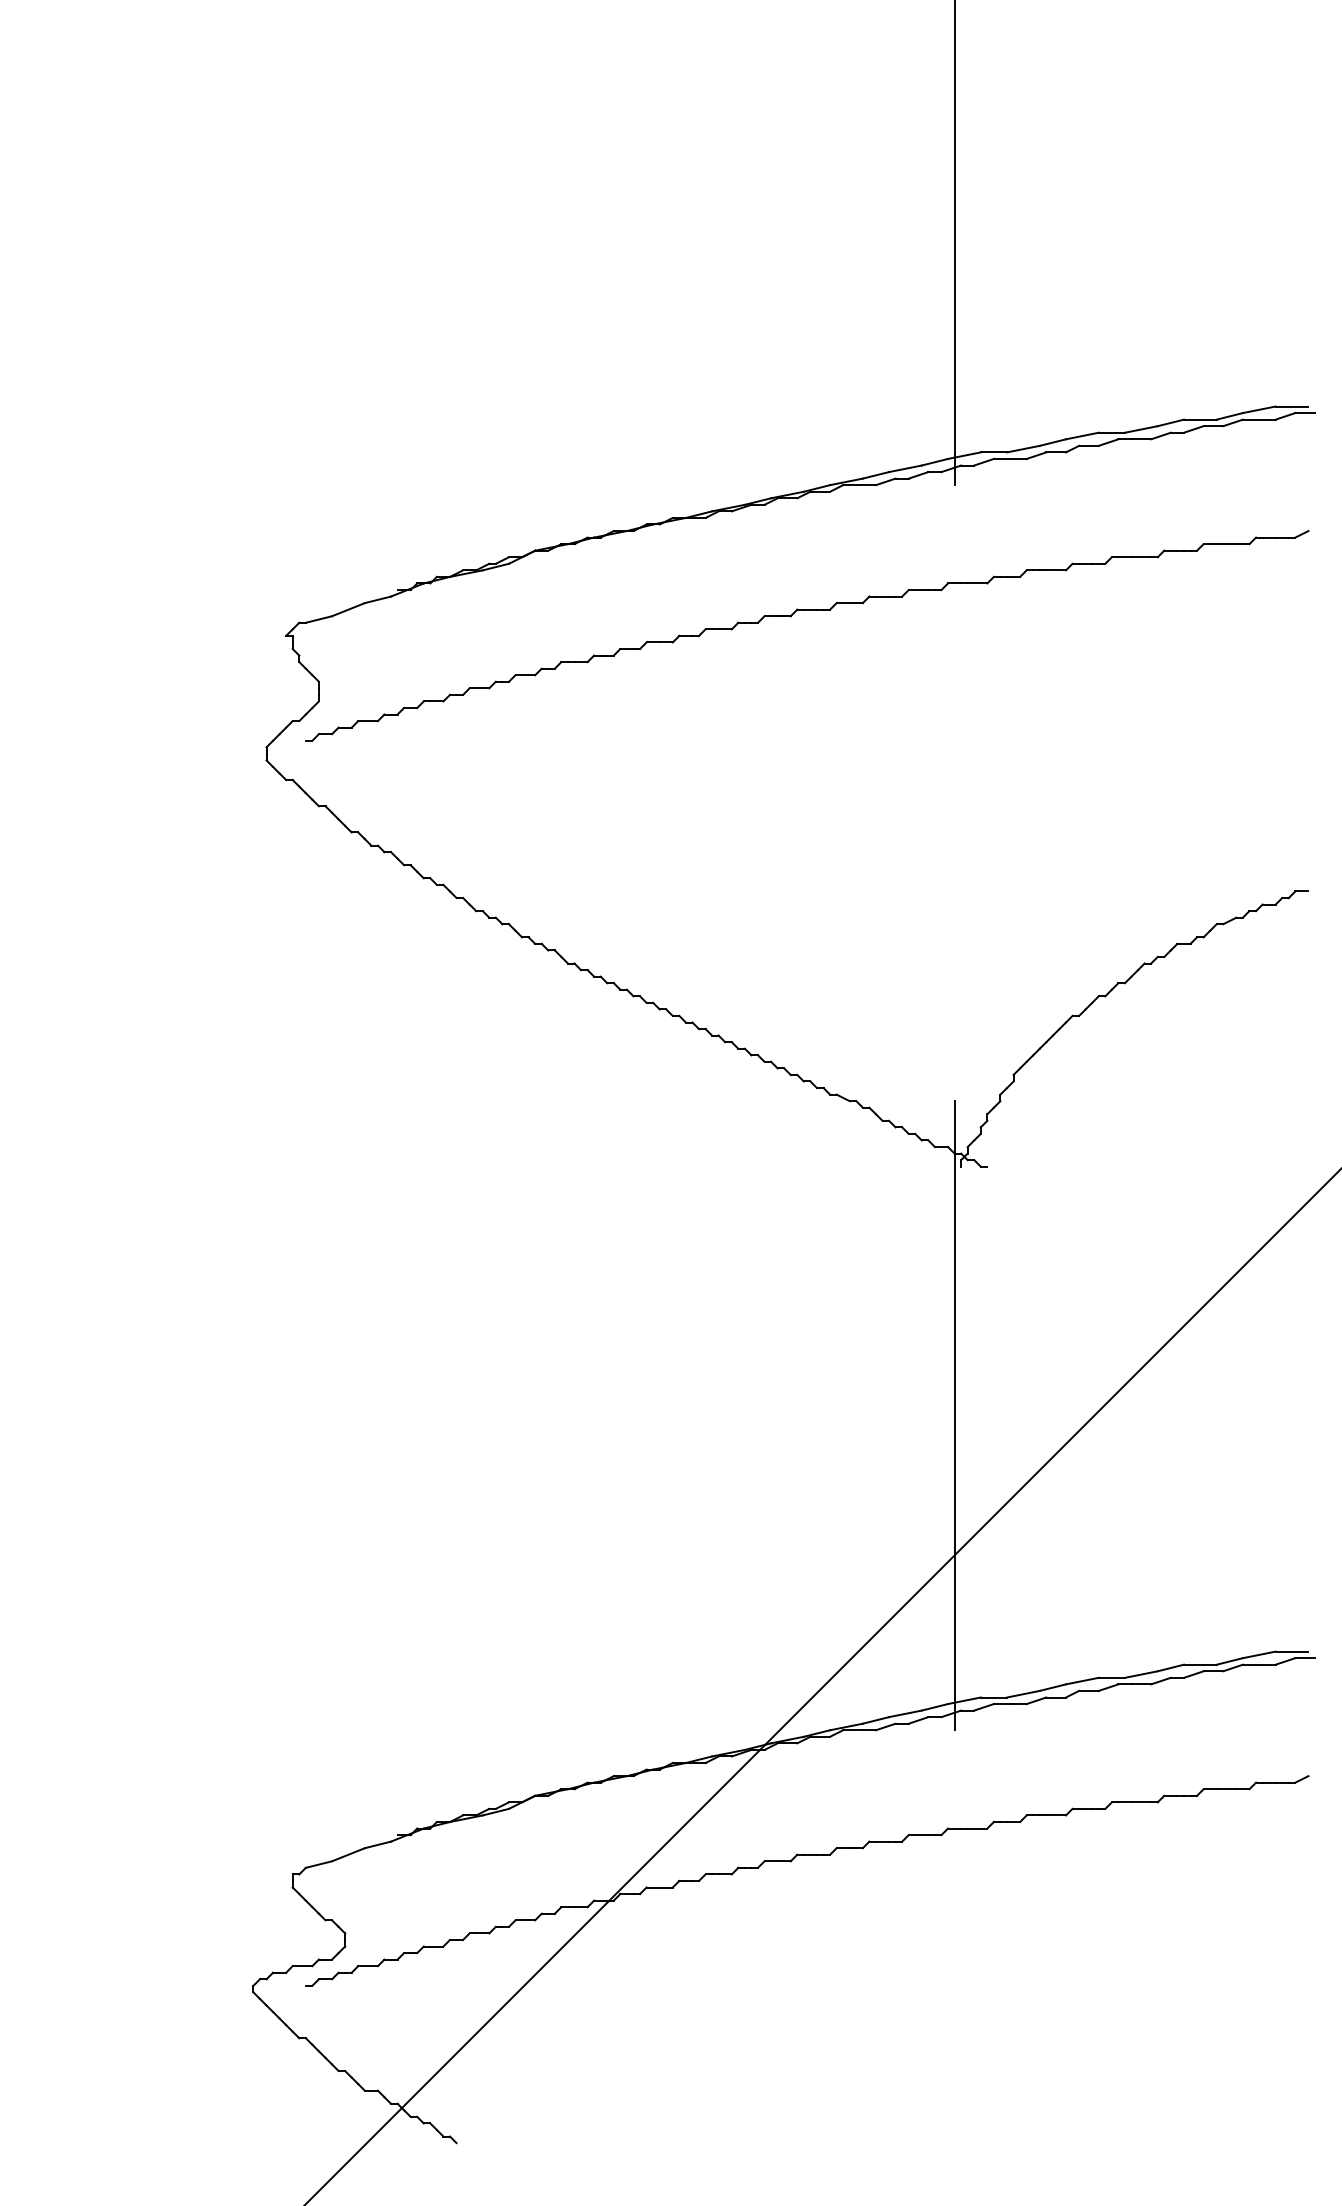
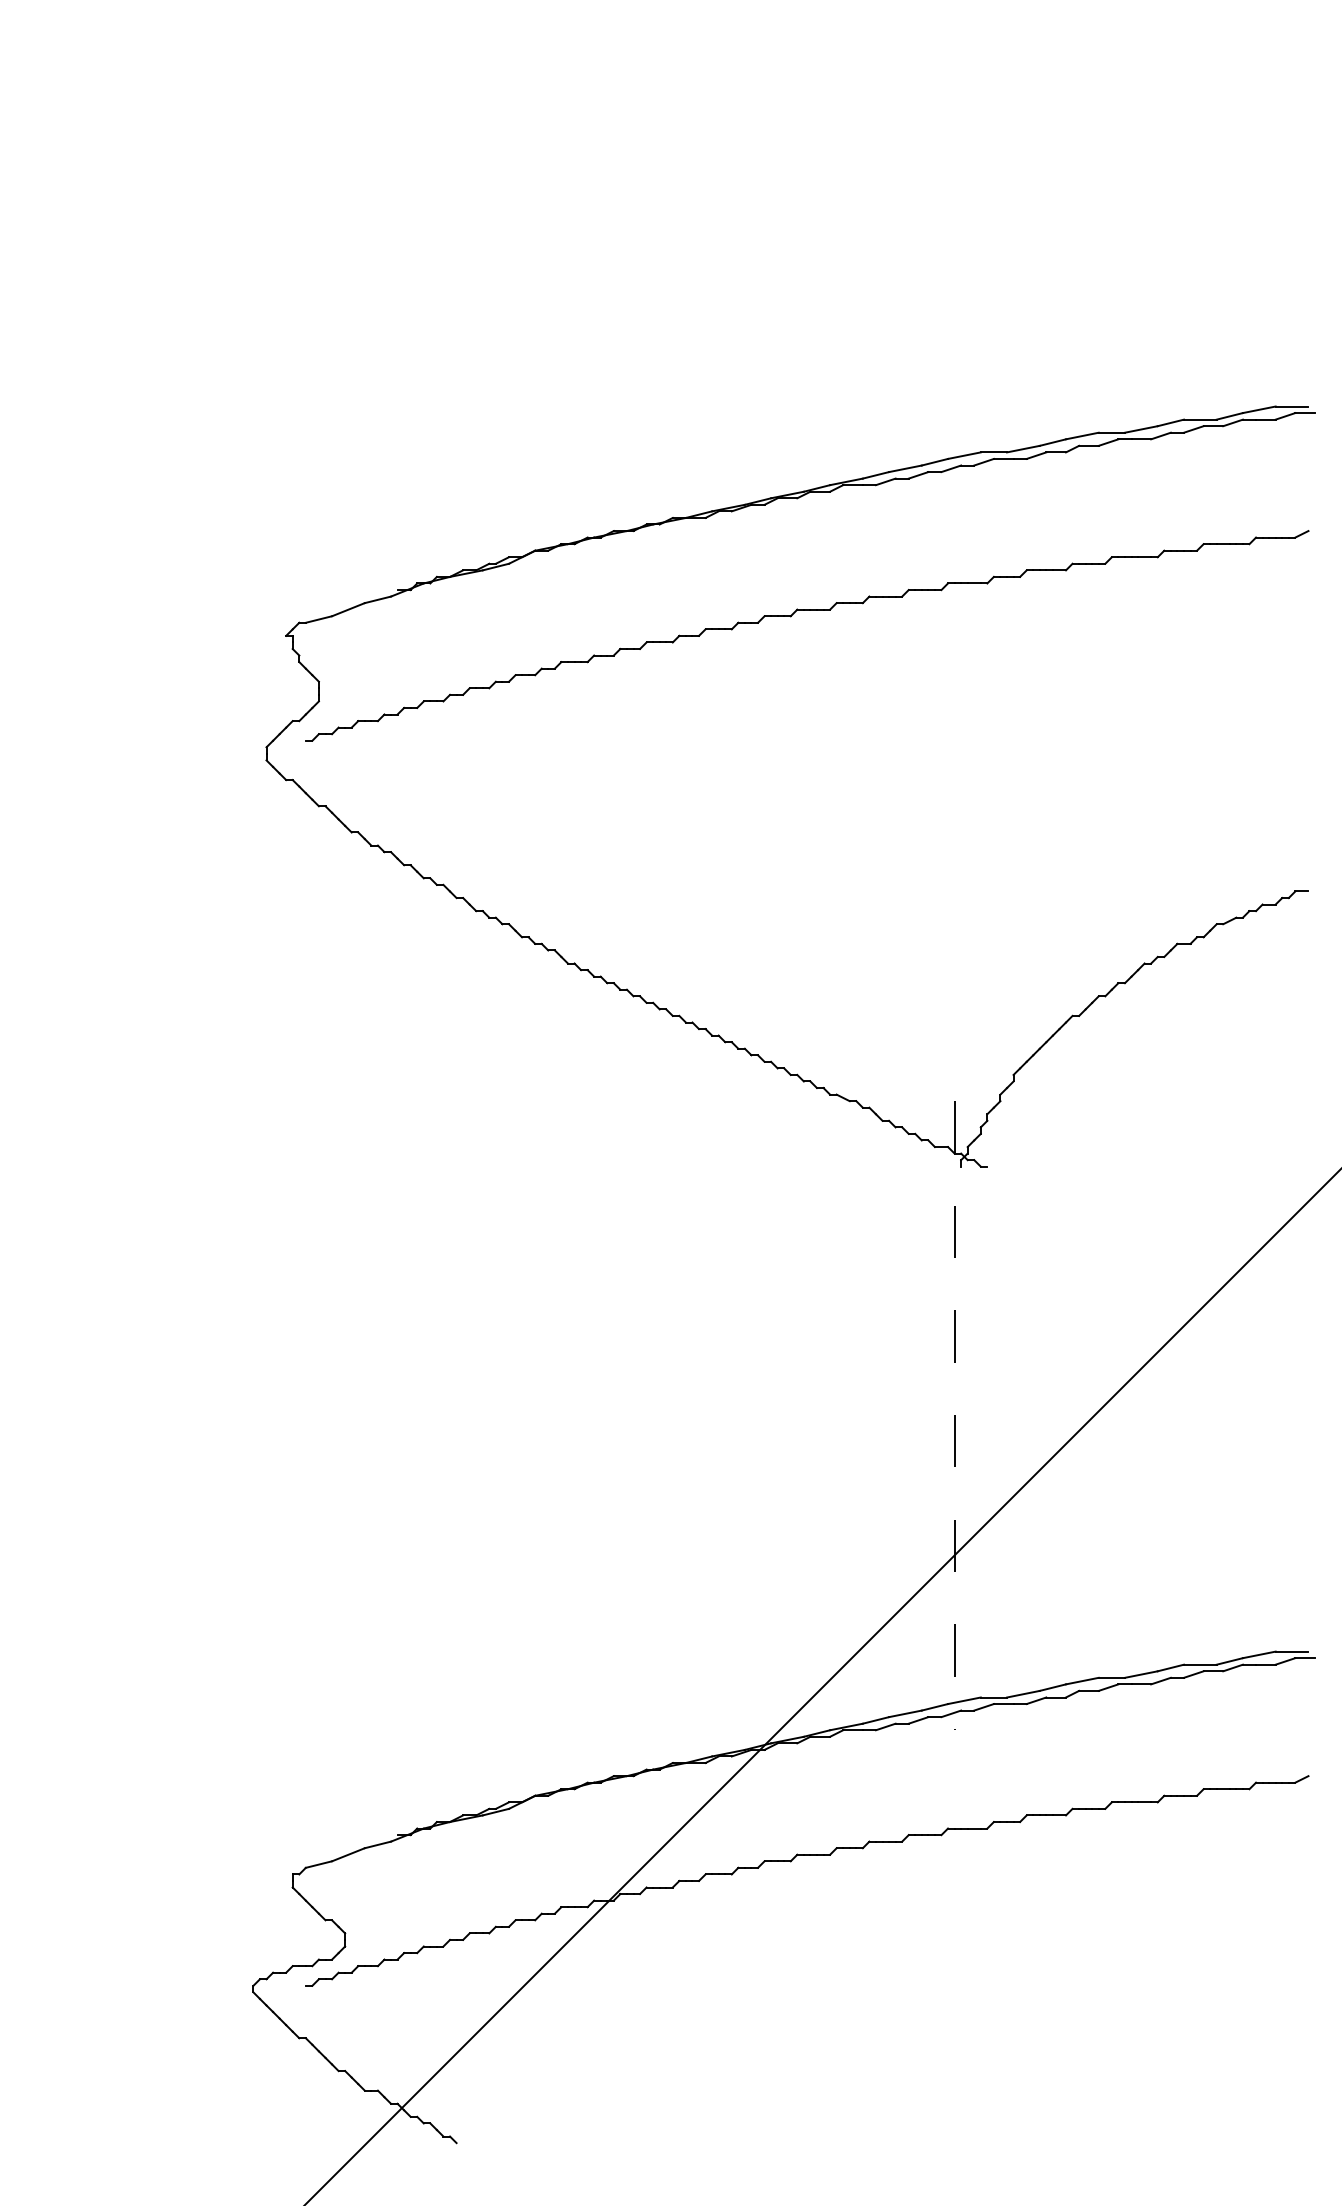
line at (954, 243): present -> none
line at (954, 1415): solid -> dashed
